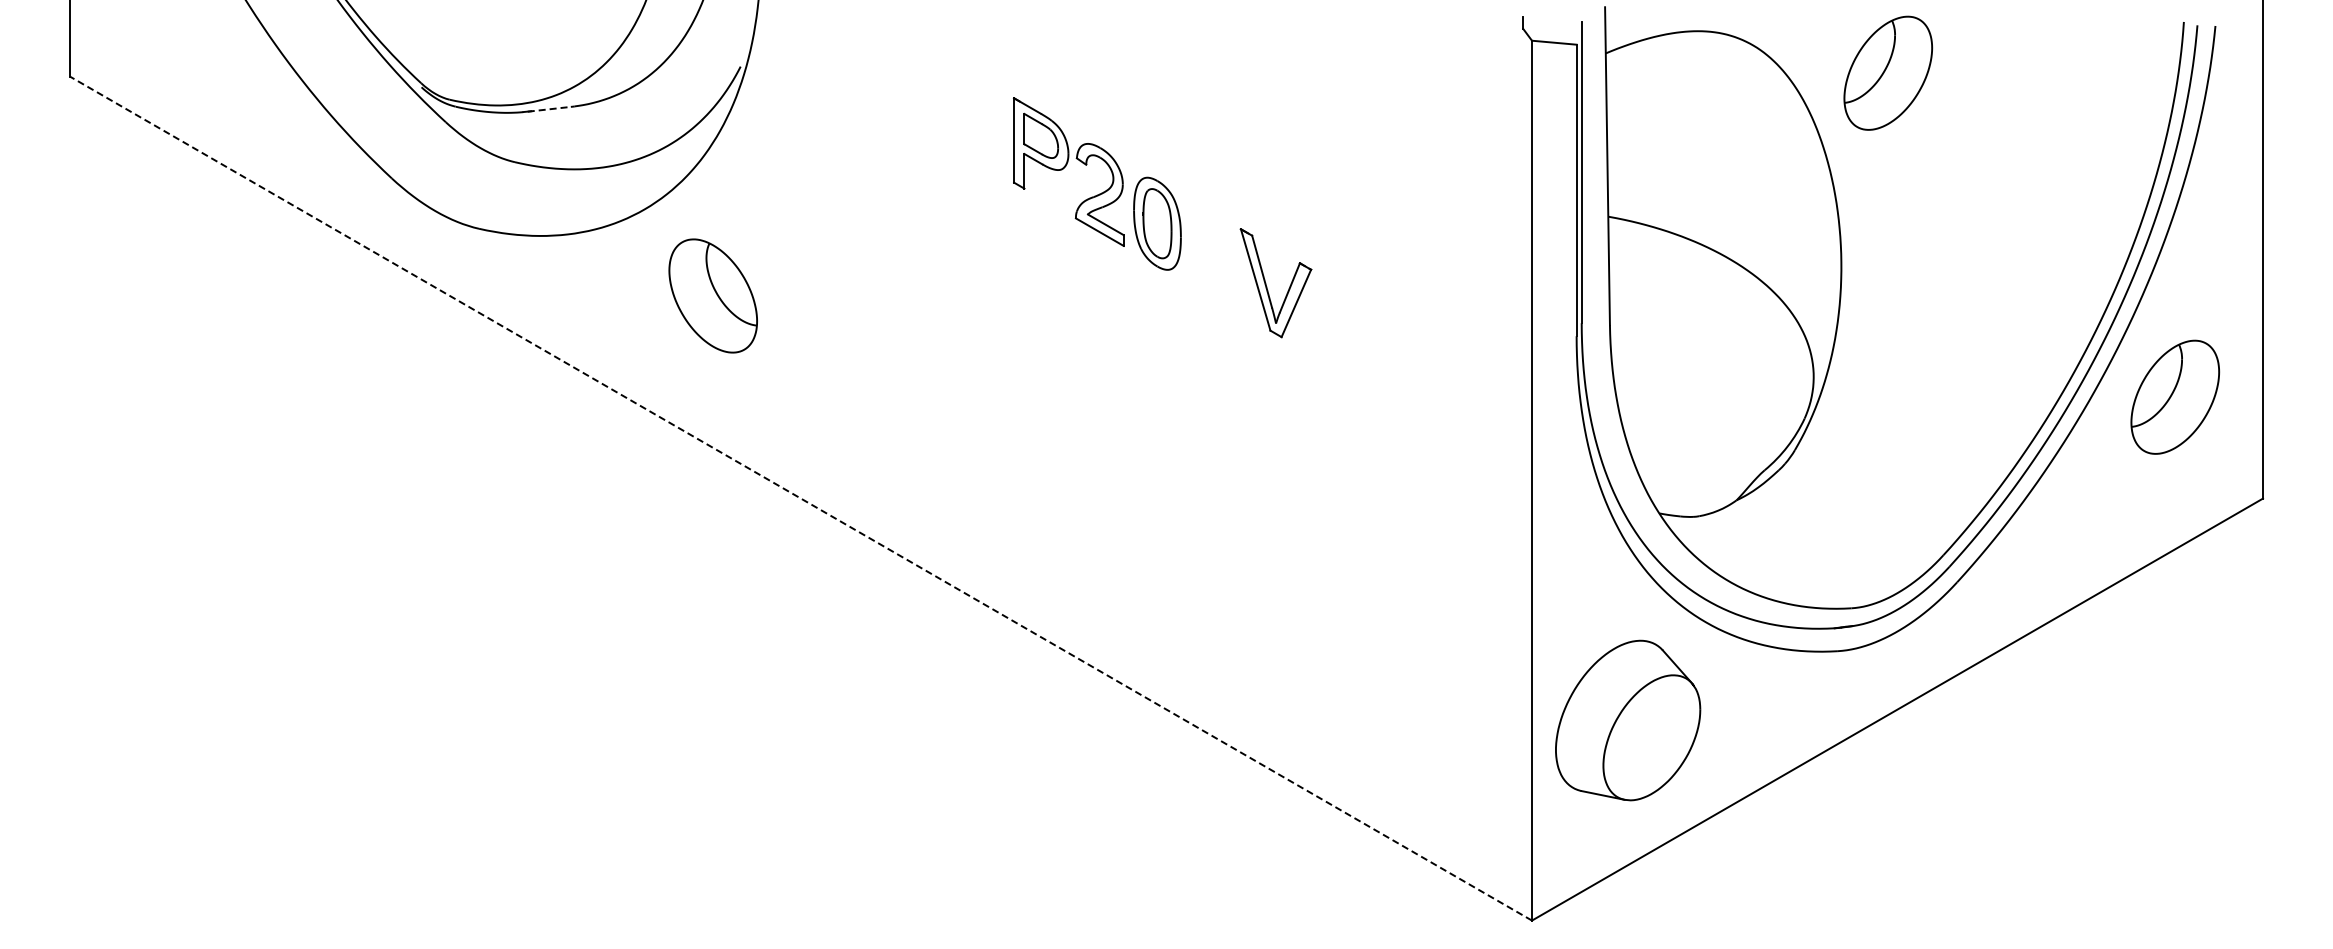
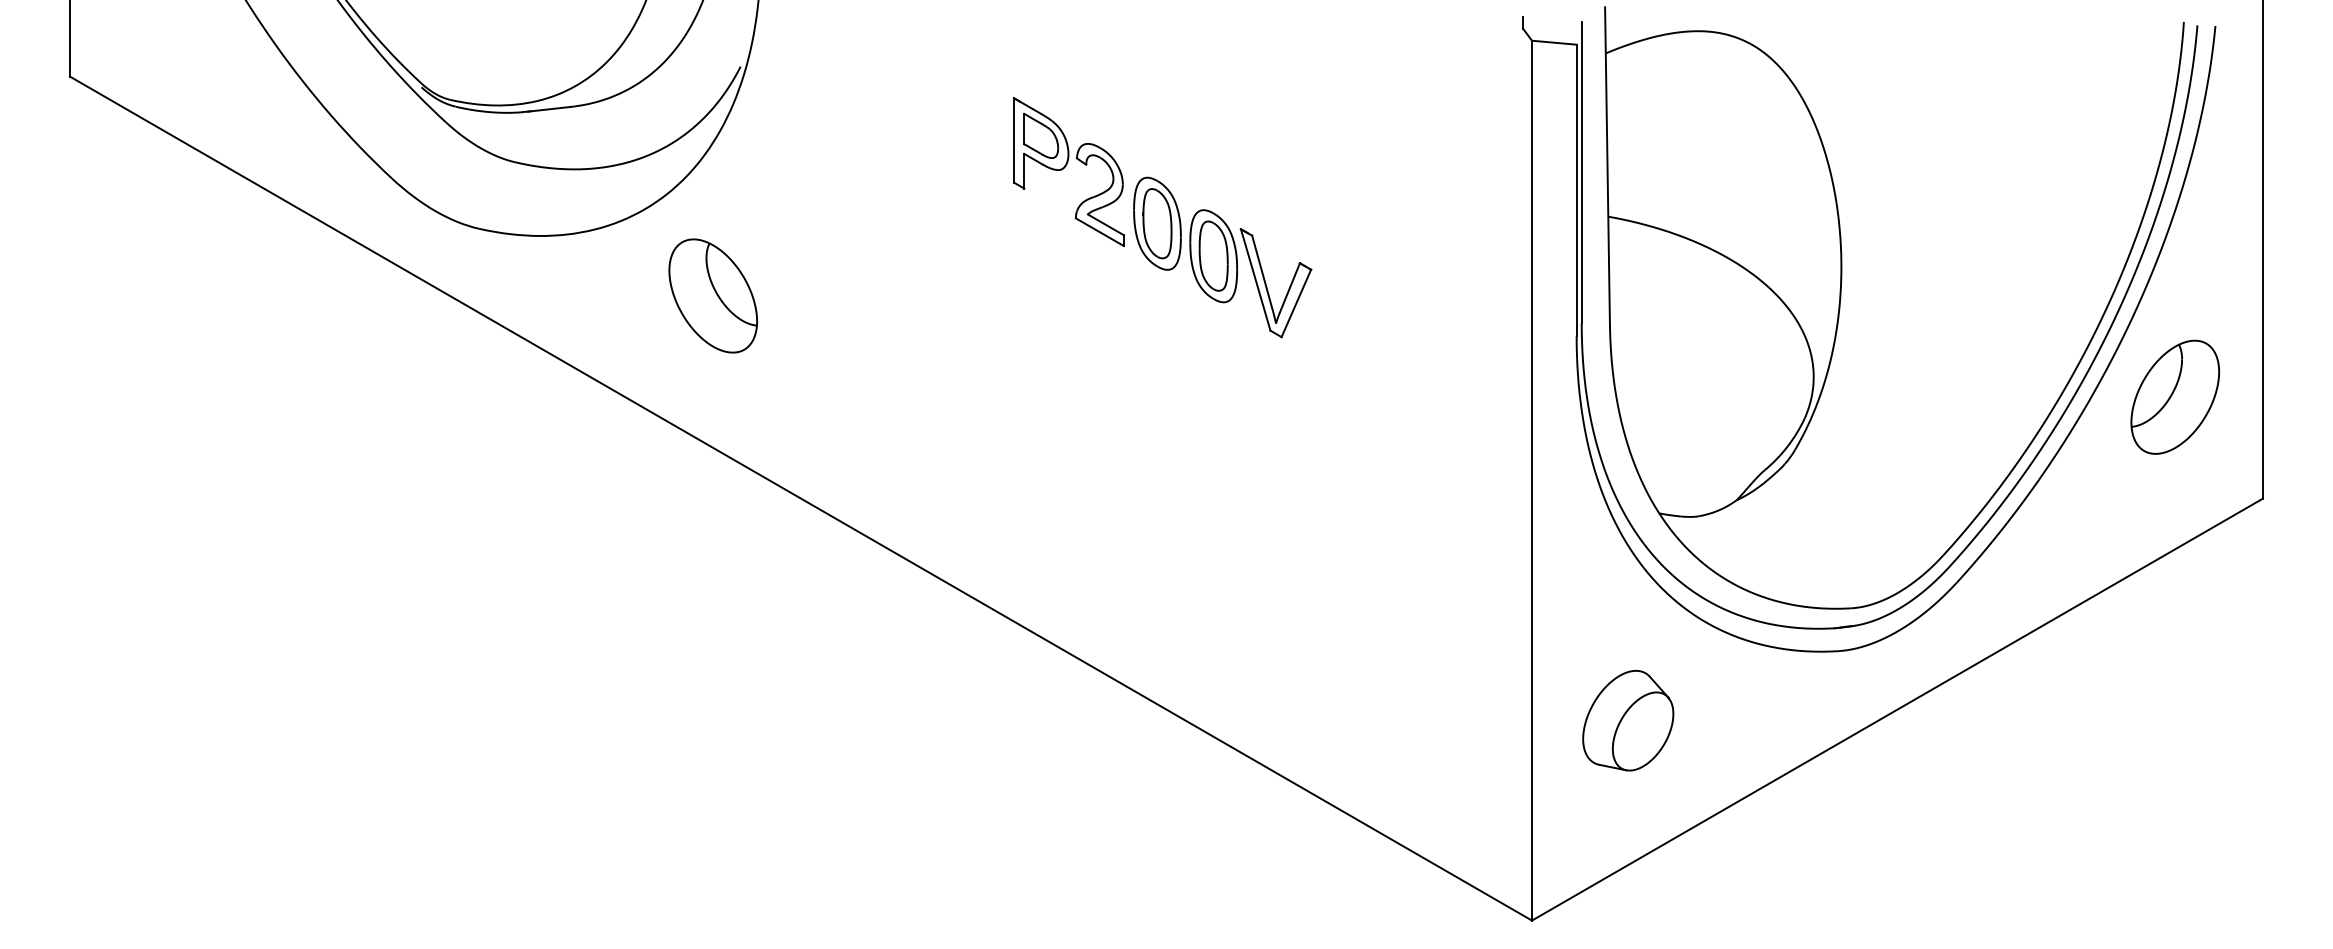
part at (1888, 72): present -> none
line at (549, 109): dashed -> solid
part at (1213, 256): none -> present
line at (800, 498): dashed -> solid
part at (1628, 720) size: 147x163 px -> 93x102 px
